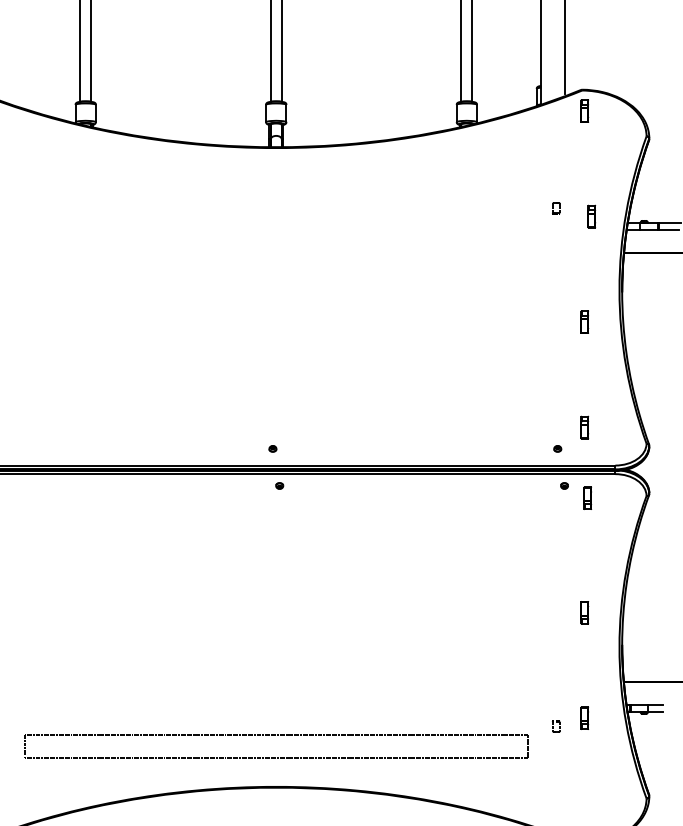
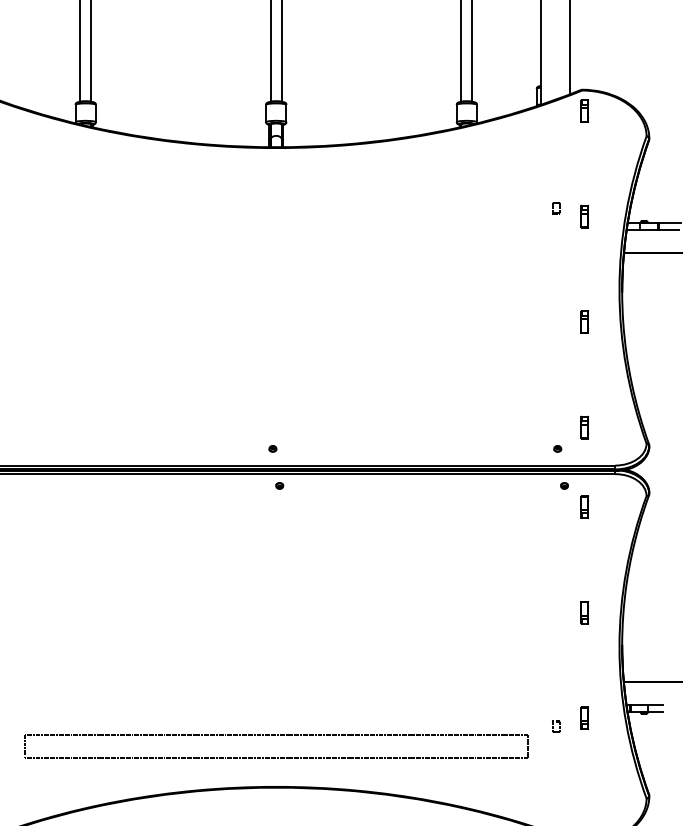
line at (565, 48) position: (565, 48) -> (570, 48)
part at (591, 216) position: (591, 216) -> (584, 216)
part at (587, 497) position: (587, 497) -> (584, 506)
